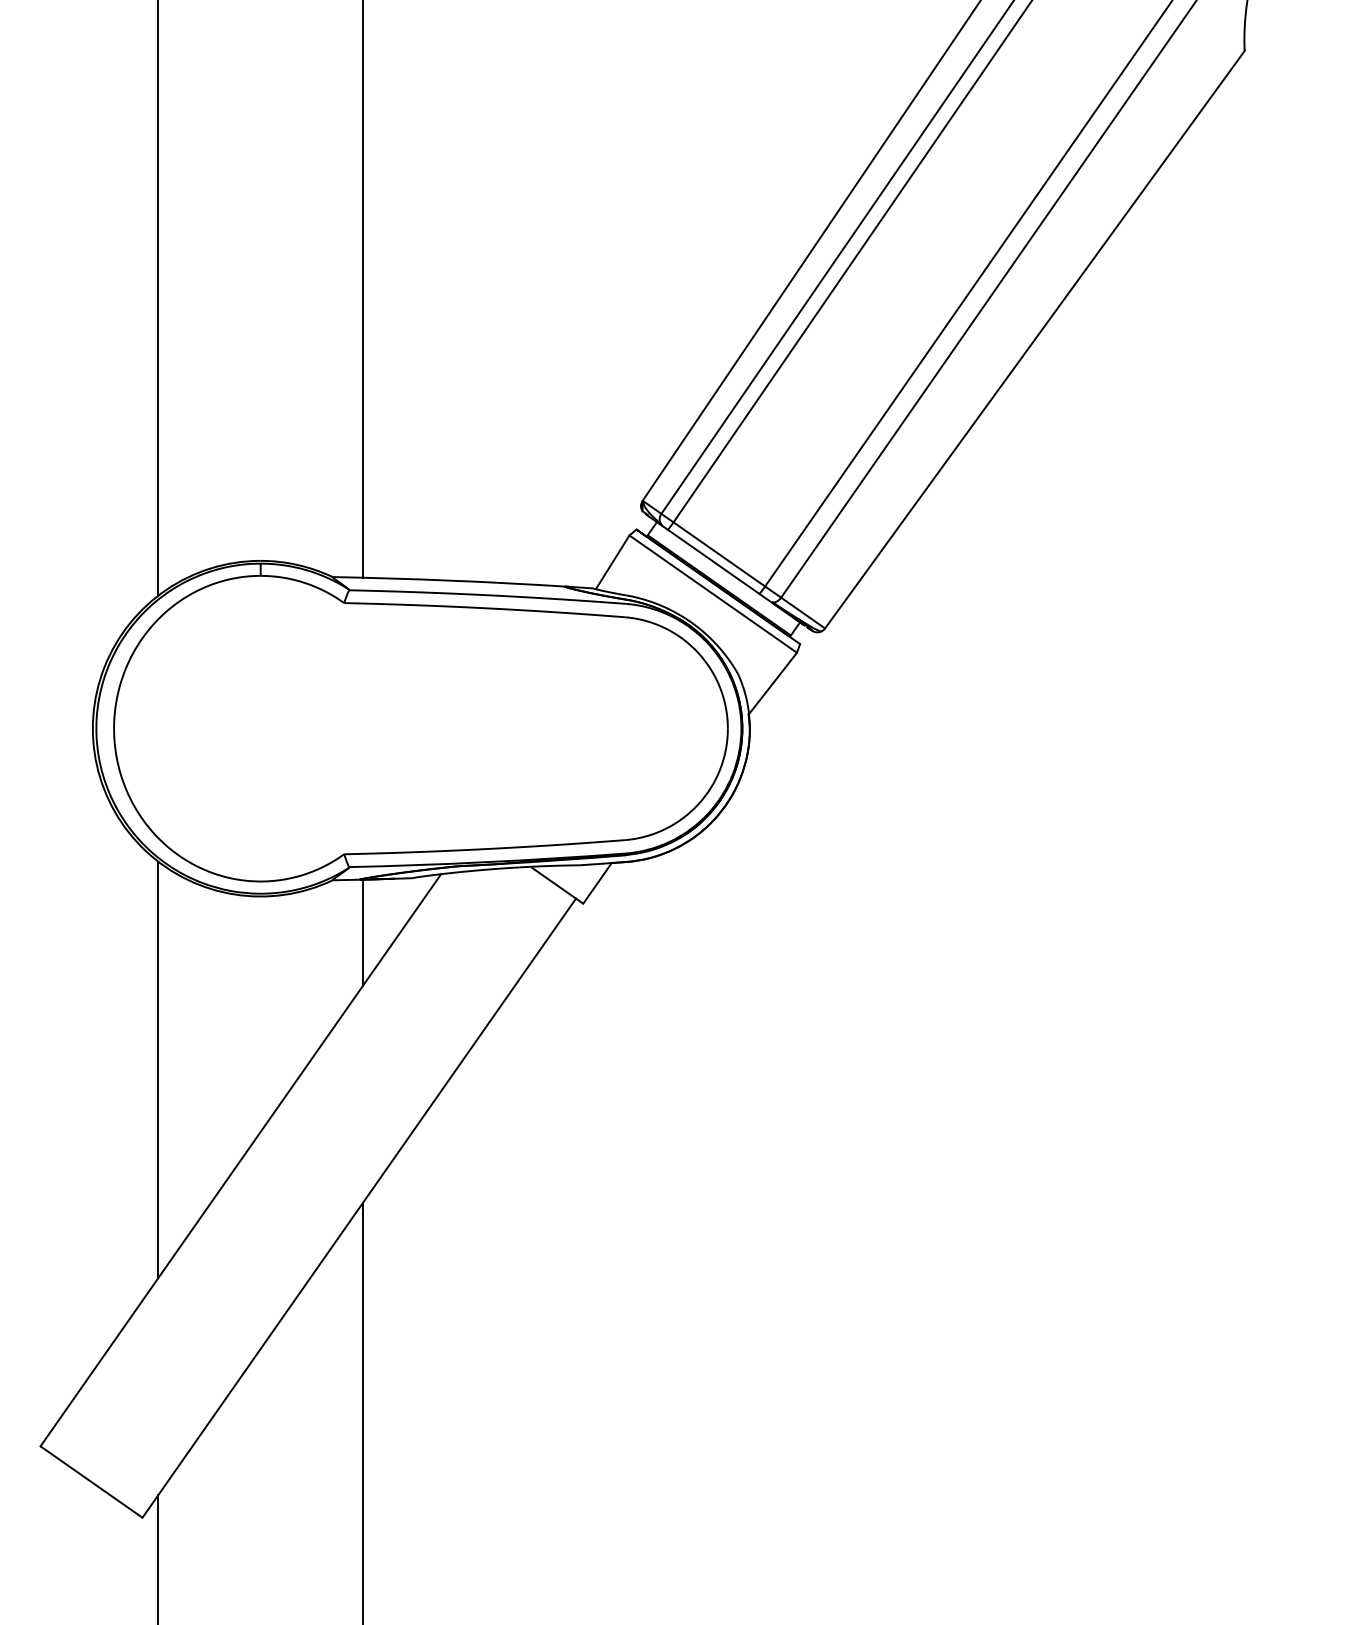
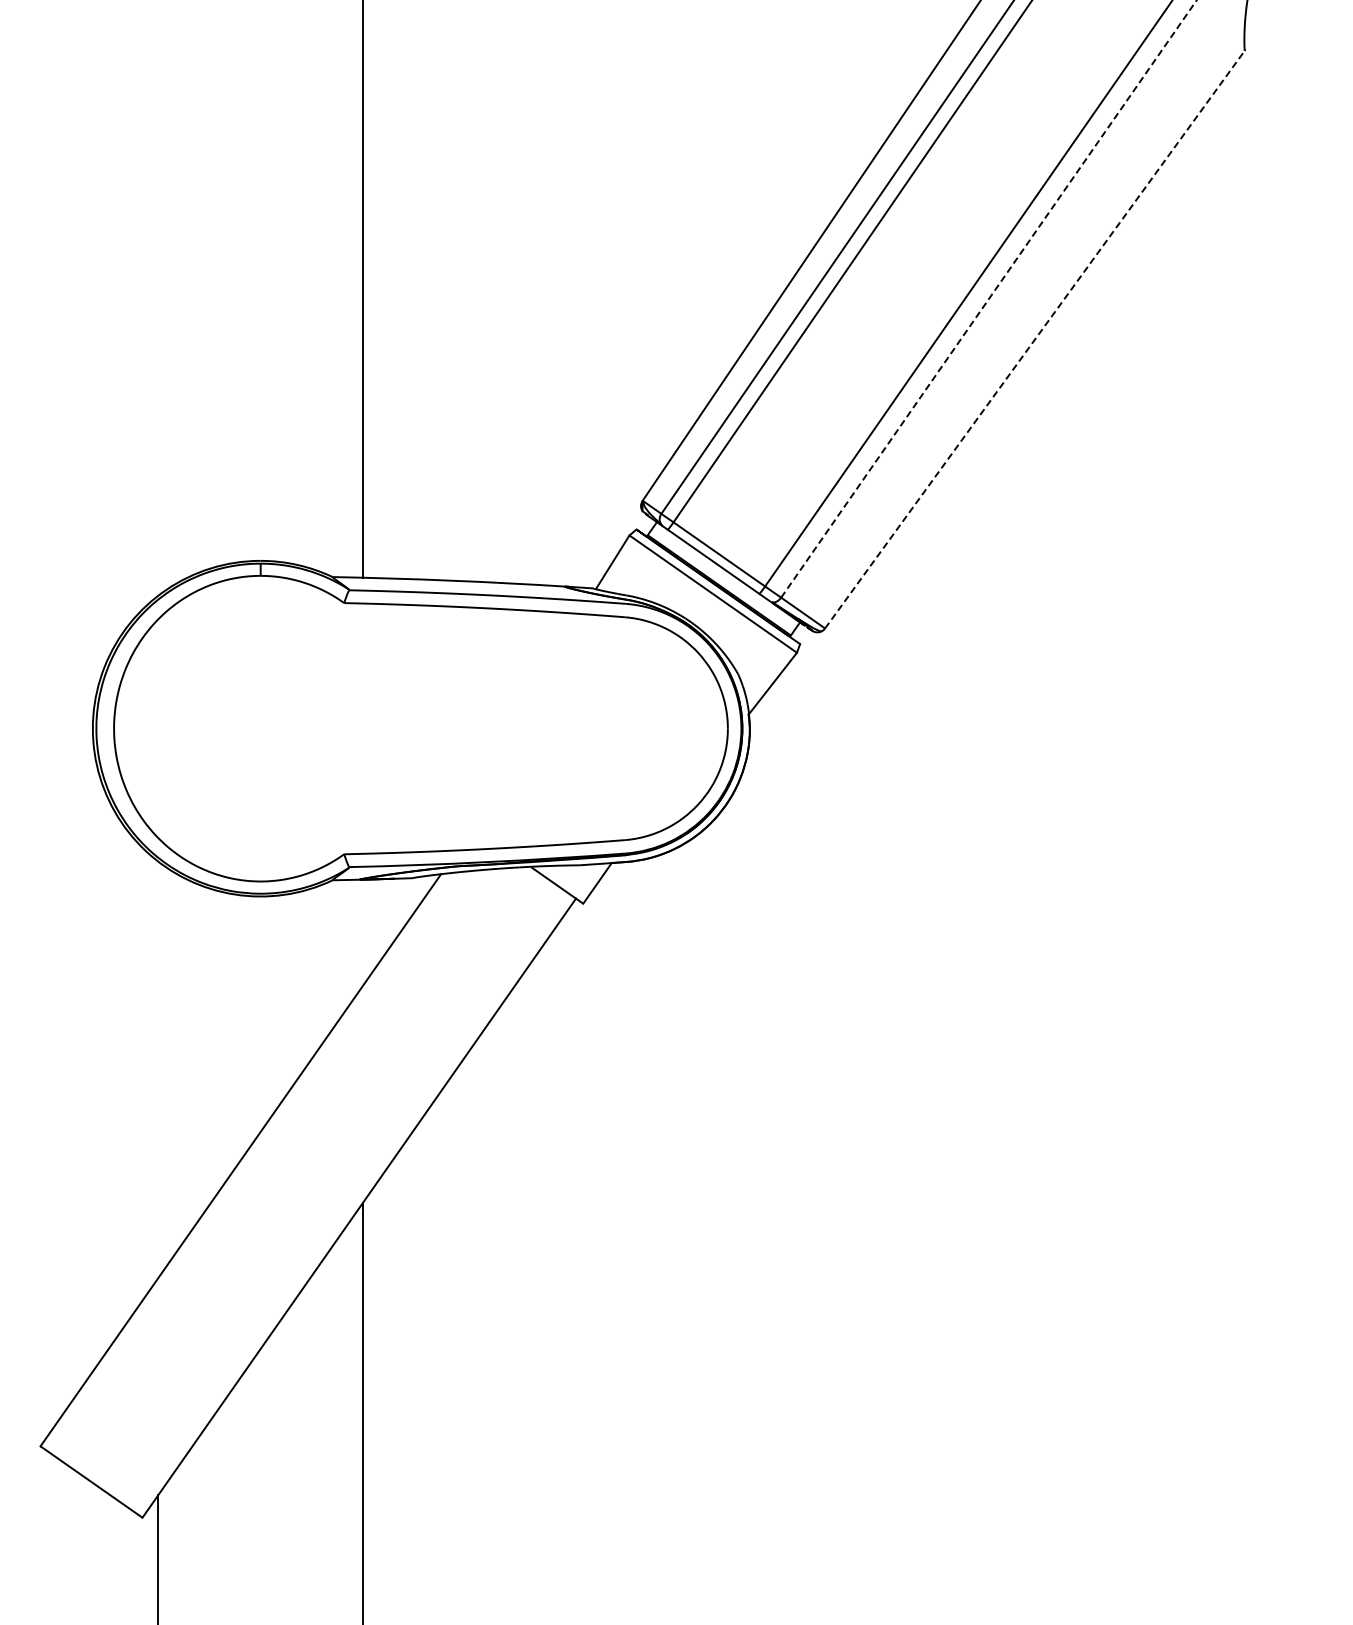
line at (158, 298): present -> none
line at (988, 299): solid -> dashed
line at (1034, 339): solid -> dashed
line at (362, 932): present -> none
line at (158, 1069): present -> none
